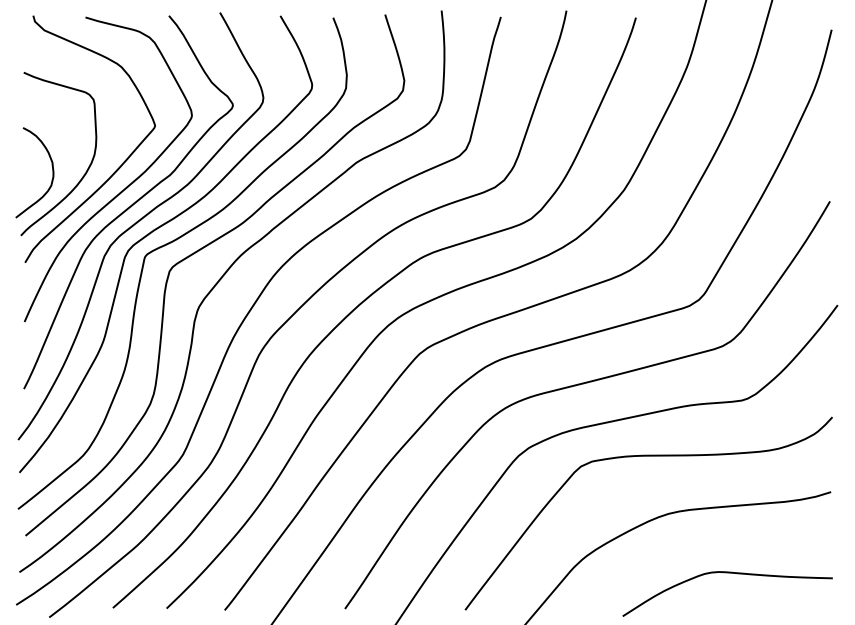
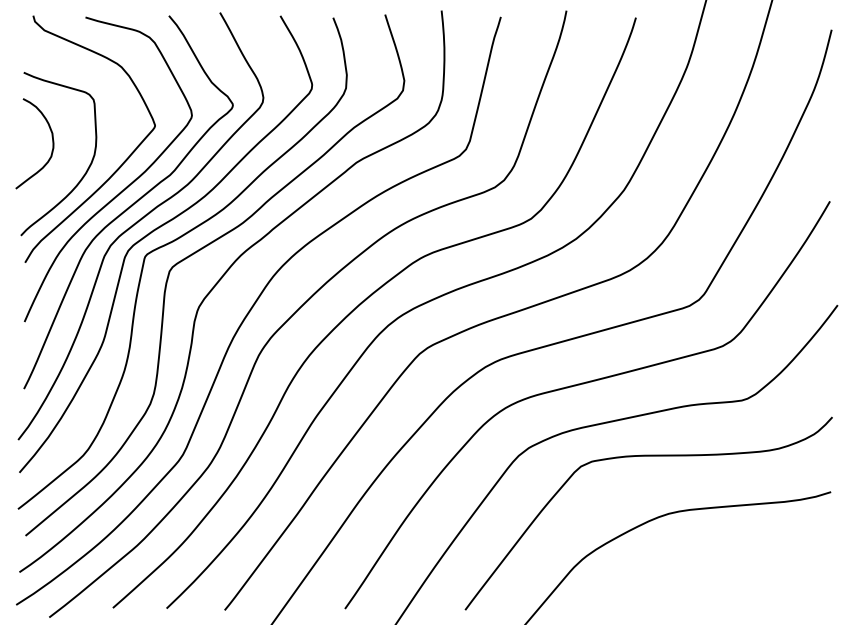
curve at (52, 172) position: (52, 172) -> (52, 143)
curve at (727, 573): present -> none
